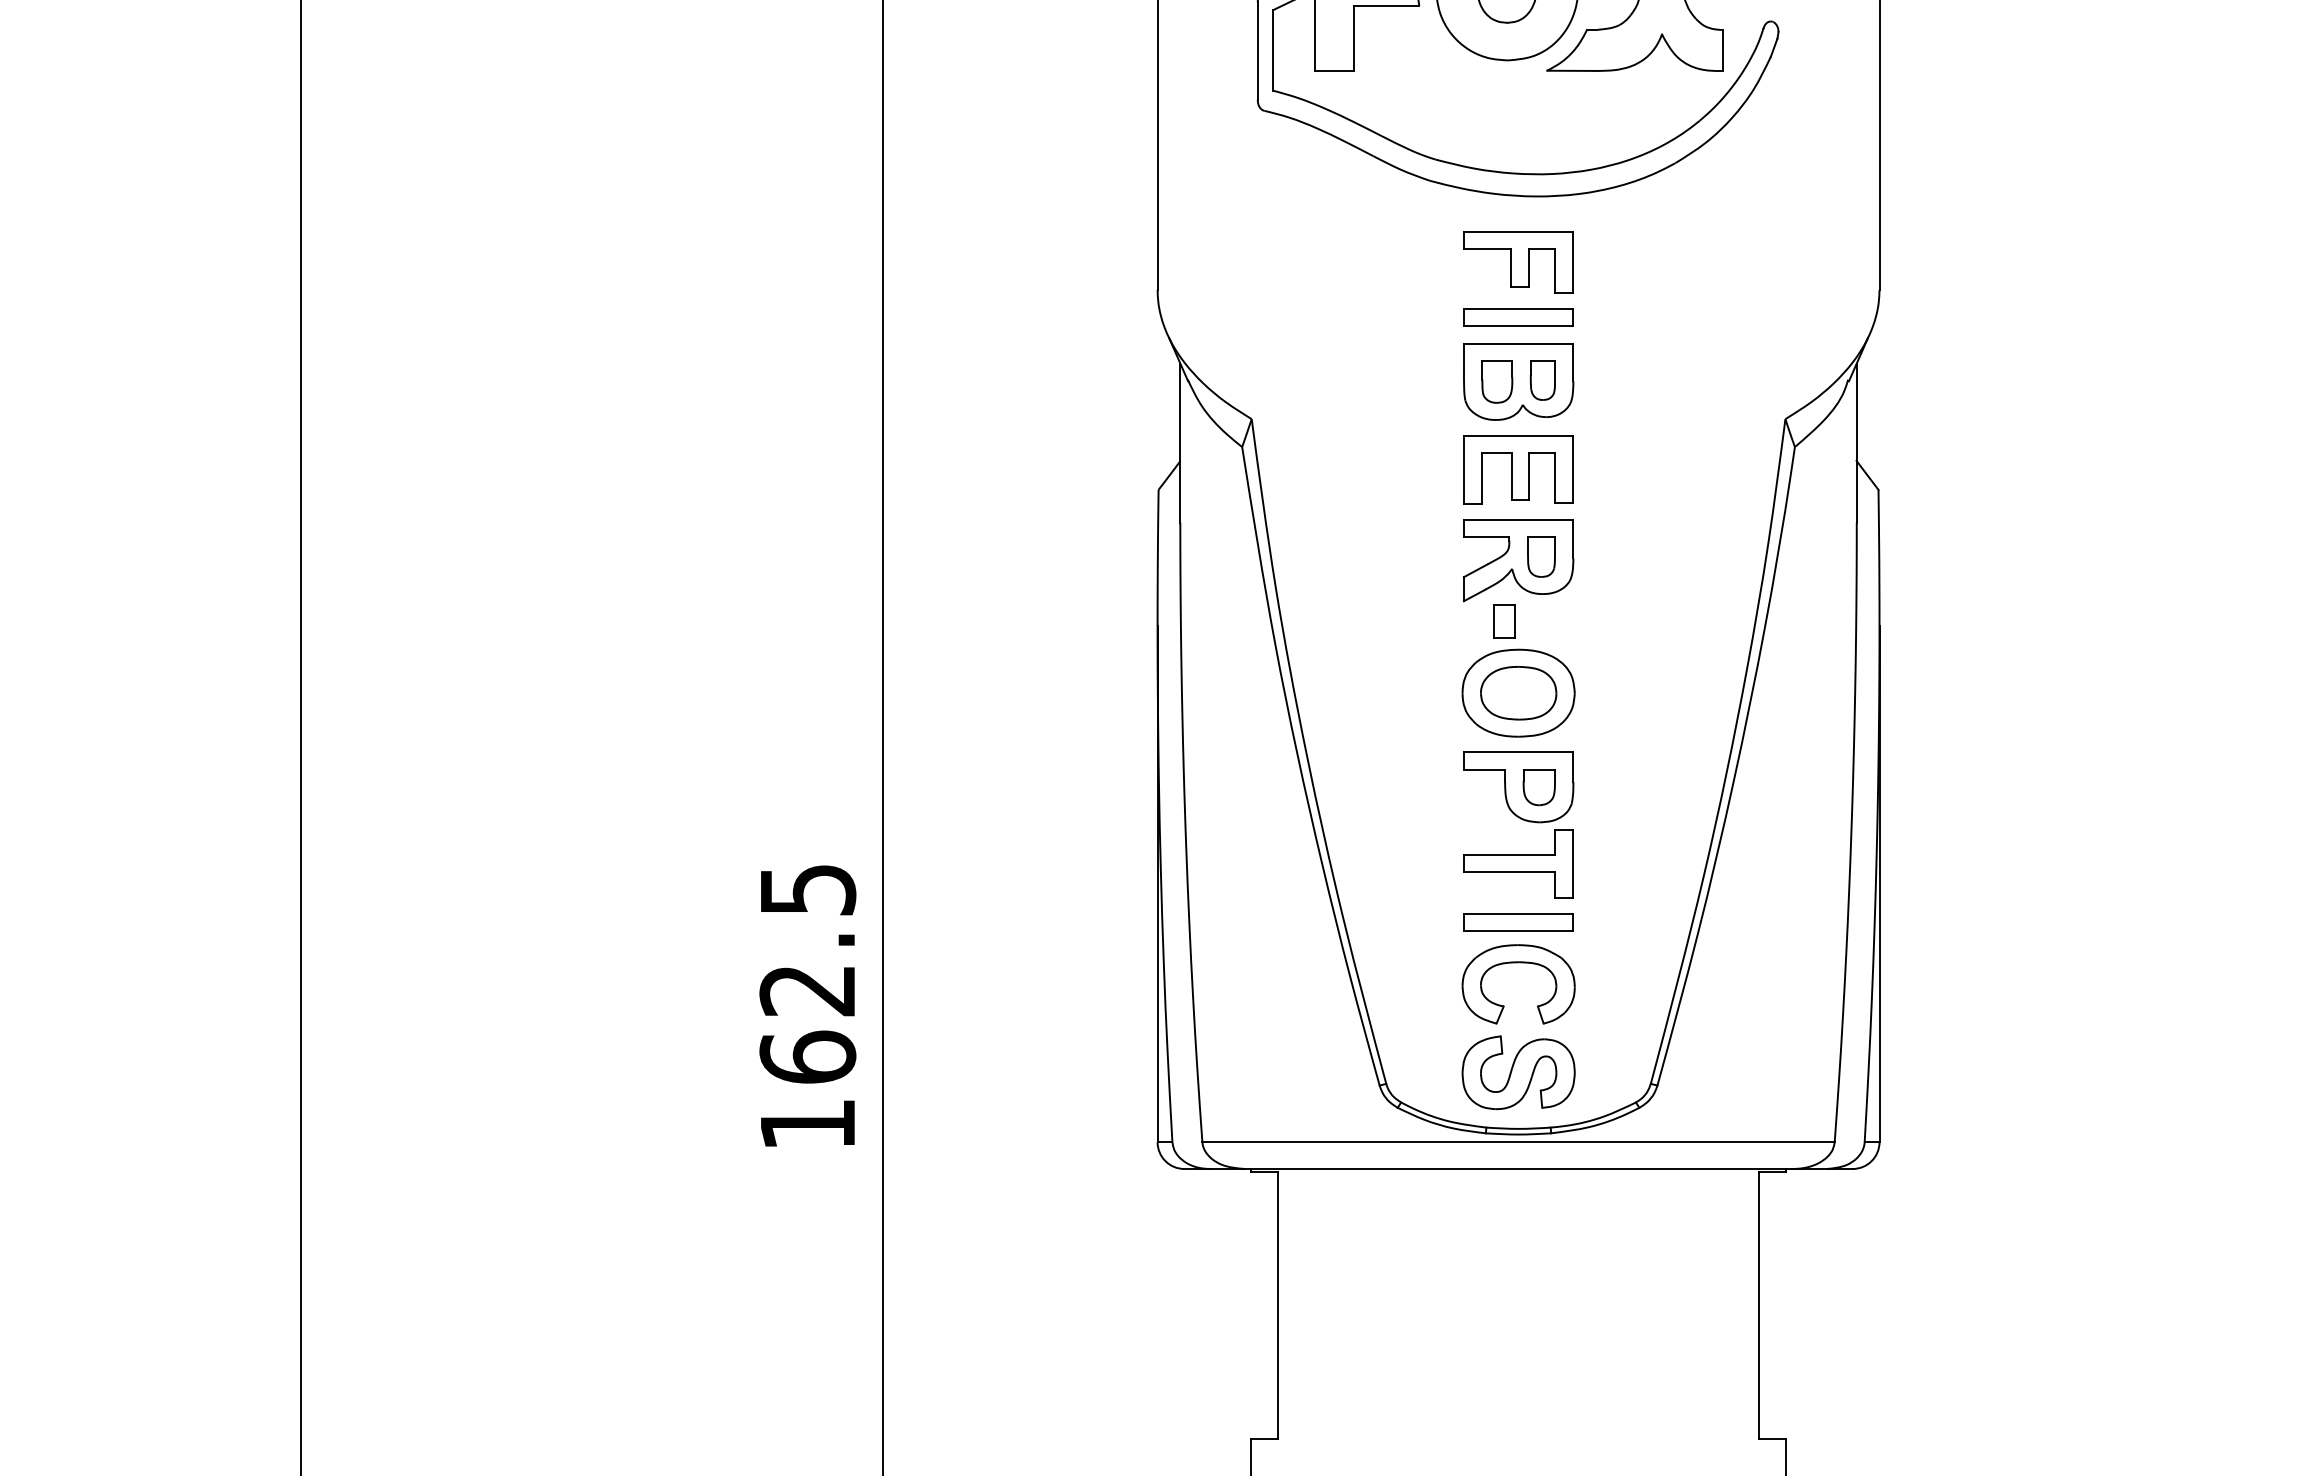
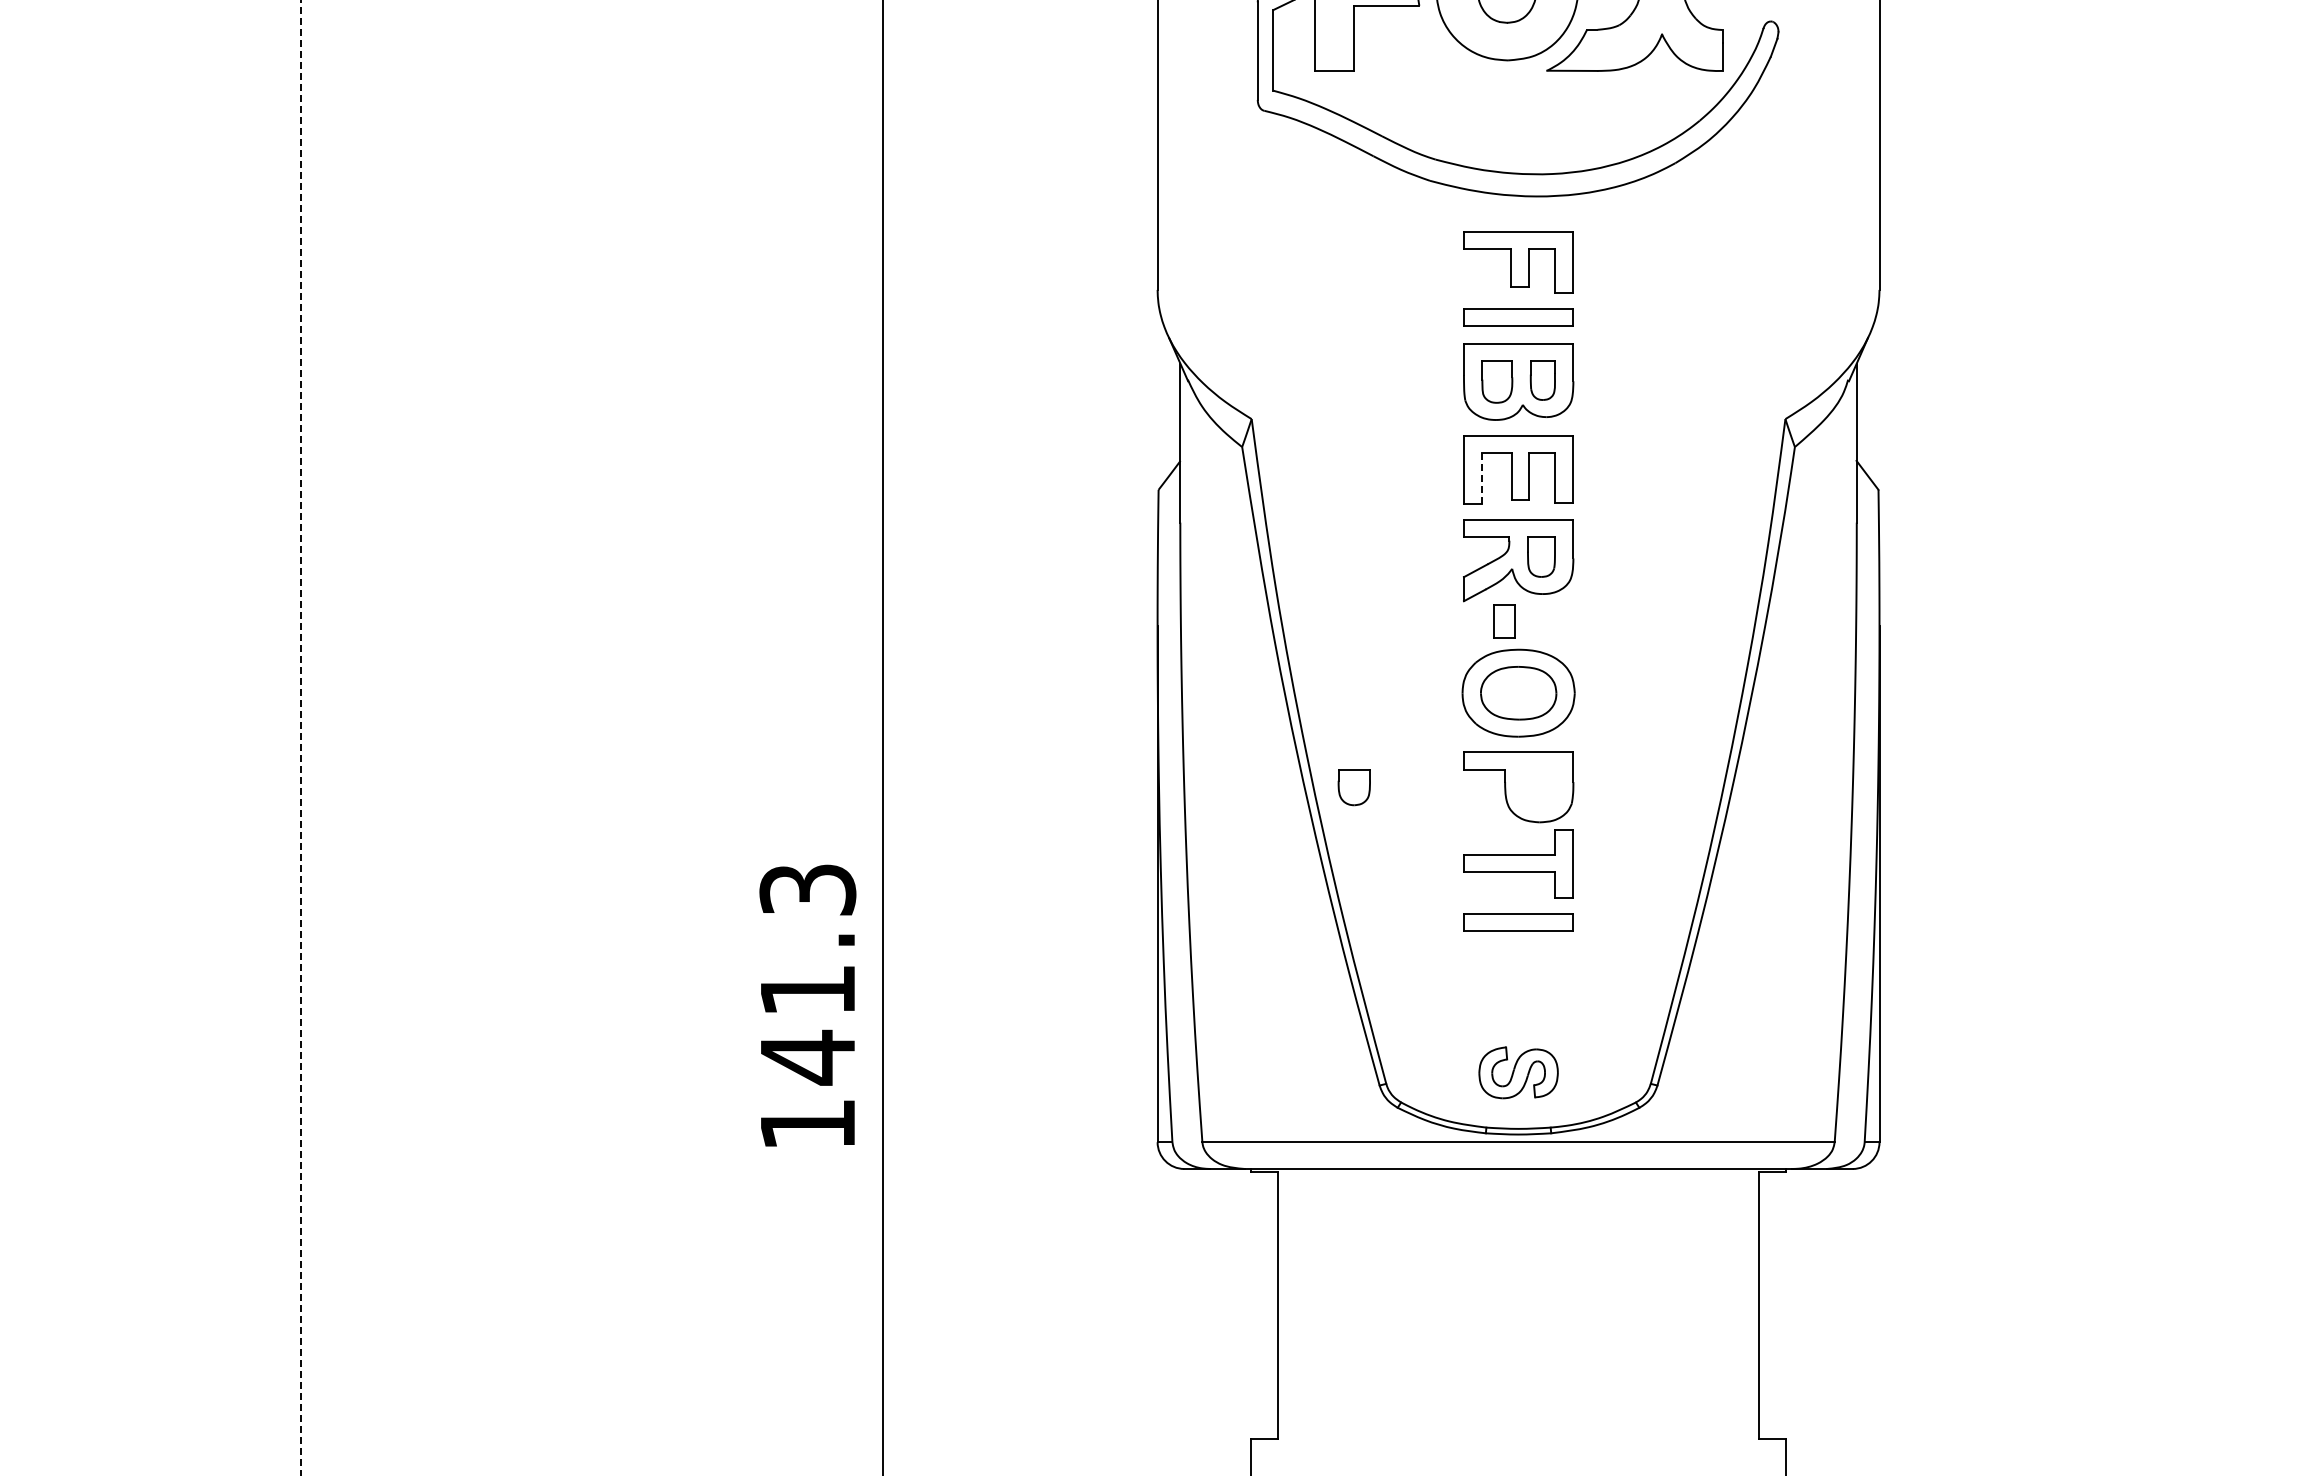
line at (1482, 478): solid -> dashed
line at (300, 738): solid -> dashed
part at (1538, 787) position: (1538, 787) -> (1353, 787)
part at (1518, 963): present -> none
text at (807, 974): 162.5 -> 141.3
part at (1518, 1072) size: 115x76 px -> 81x54 px
